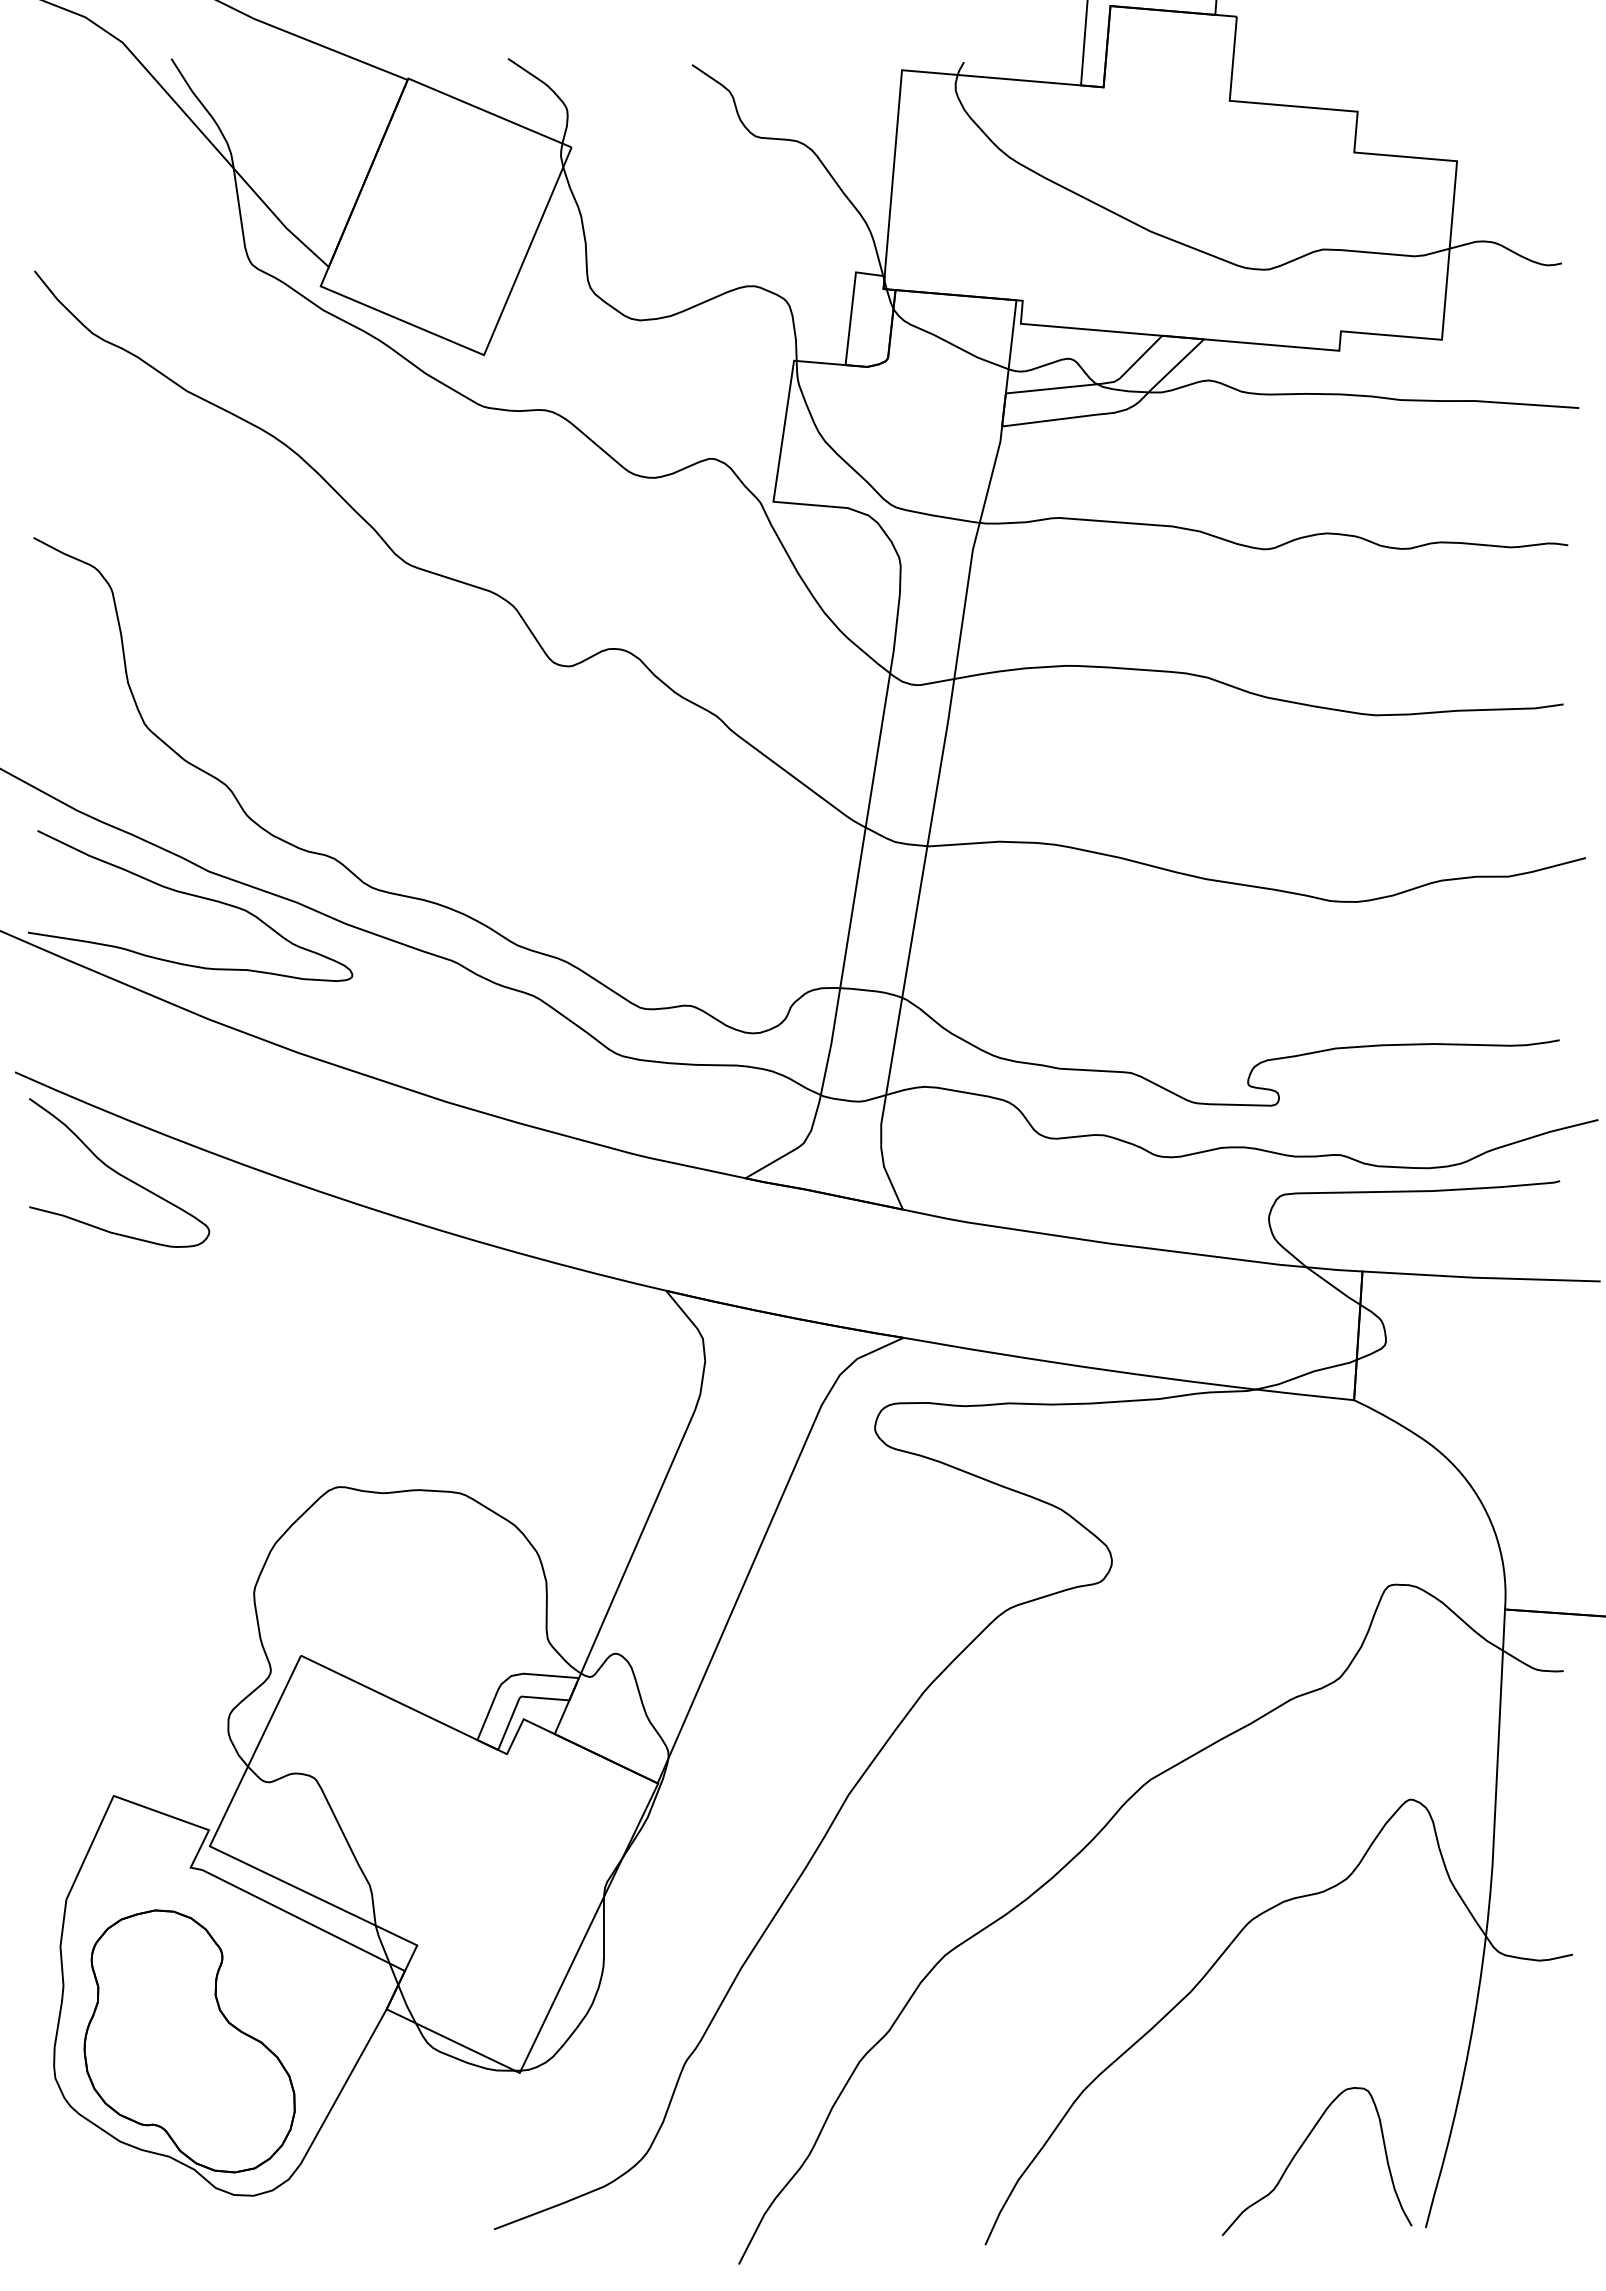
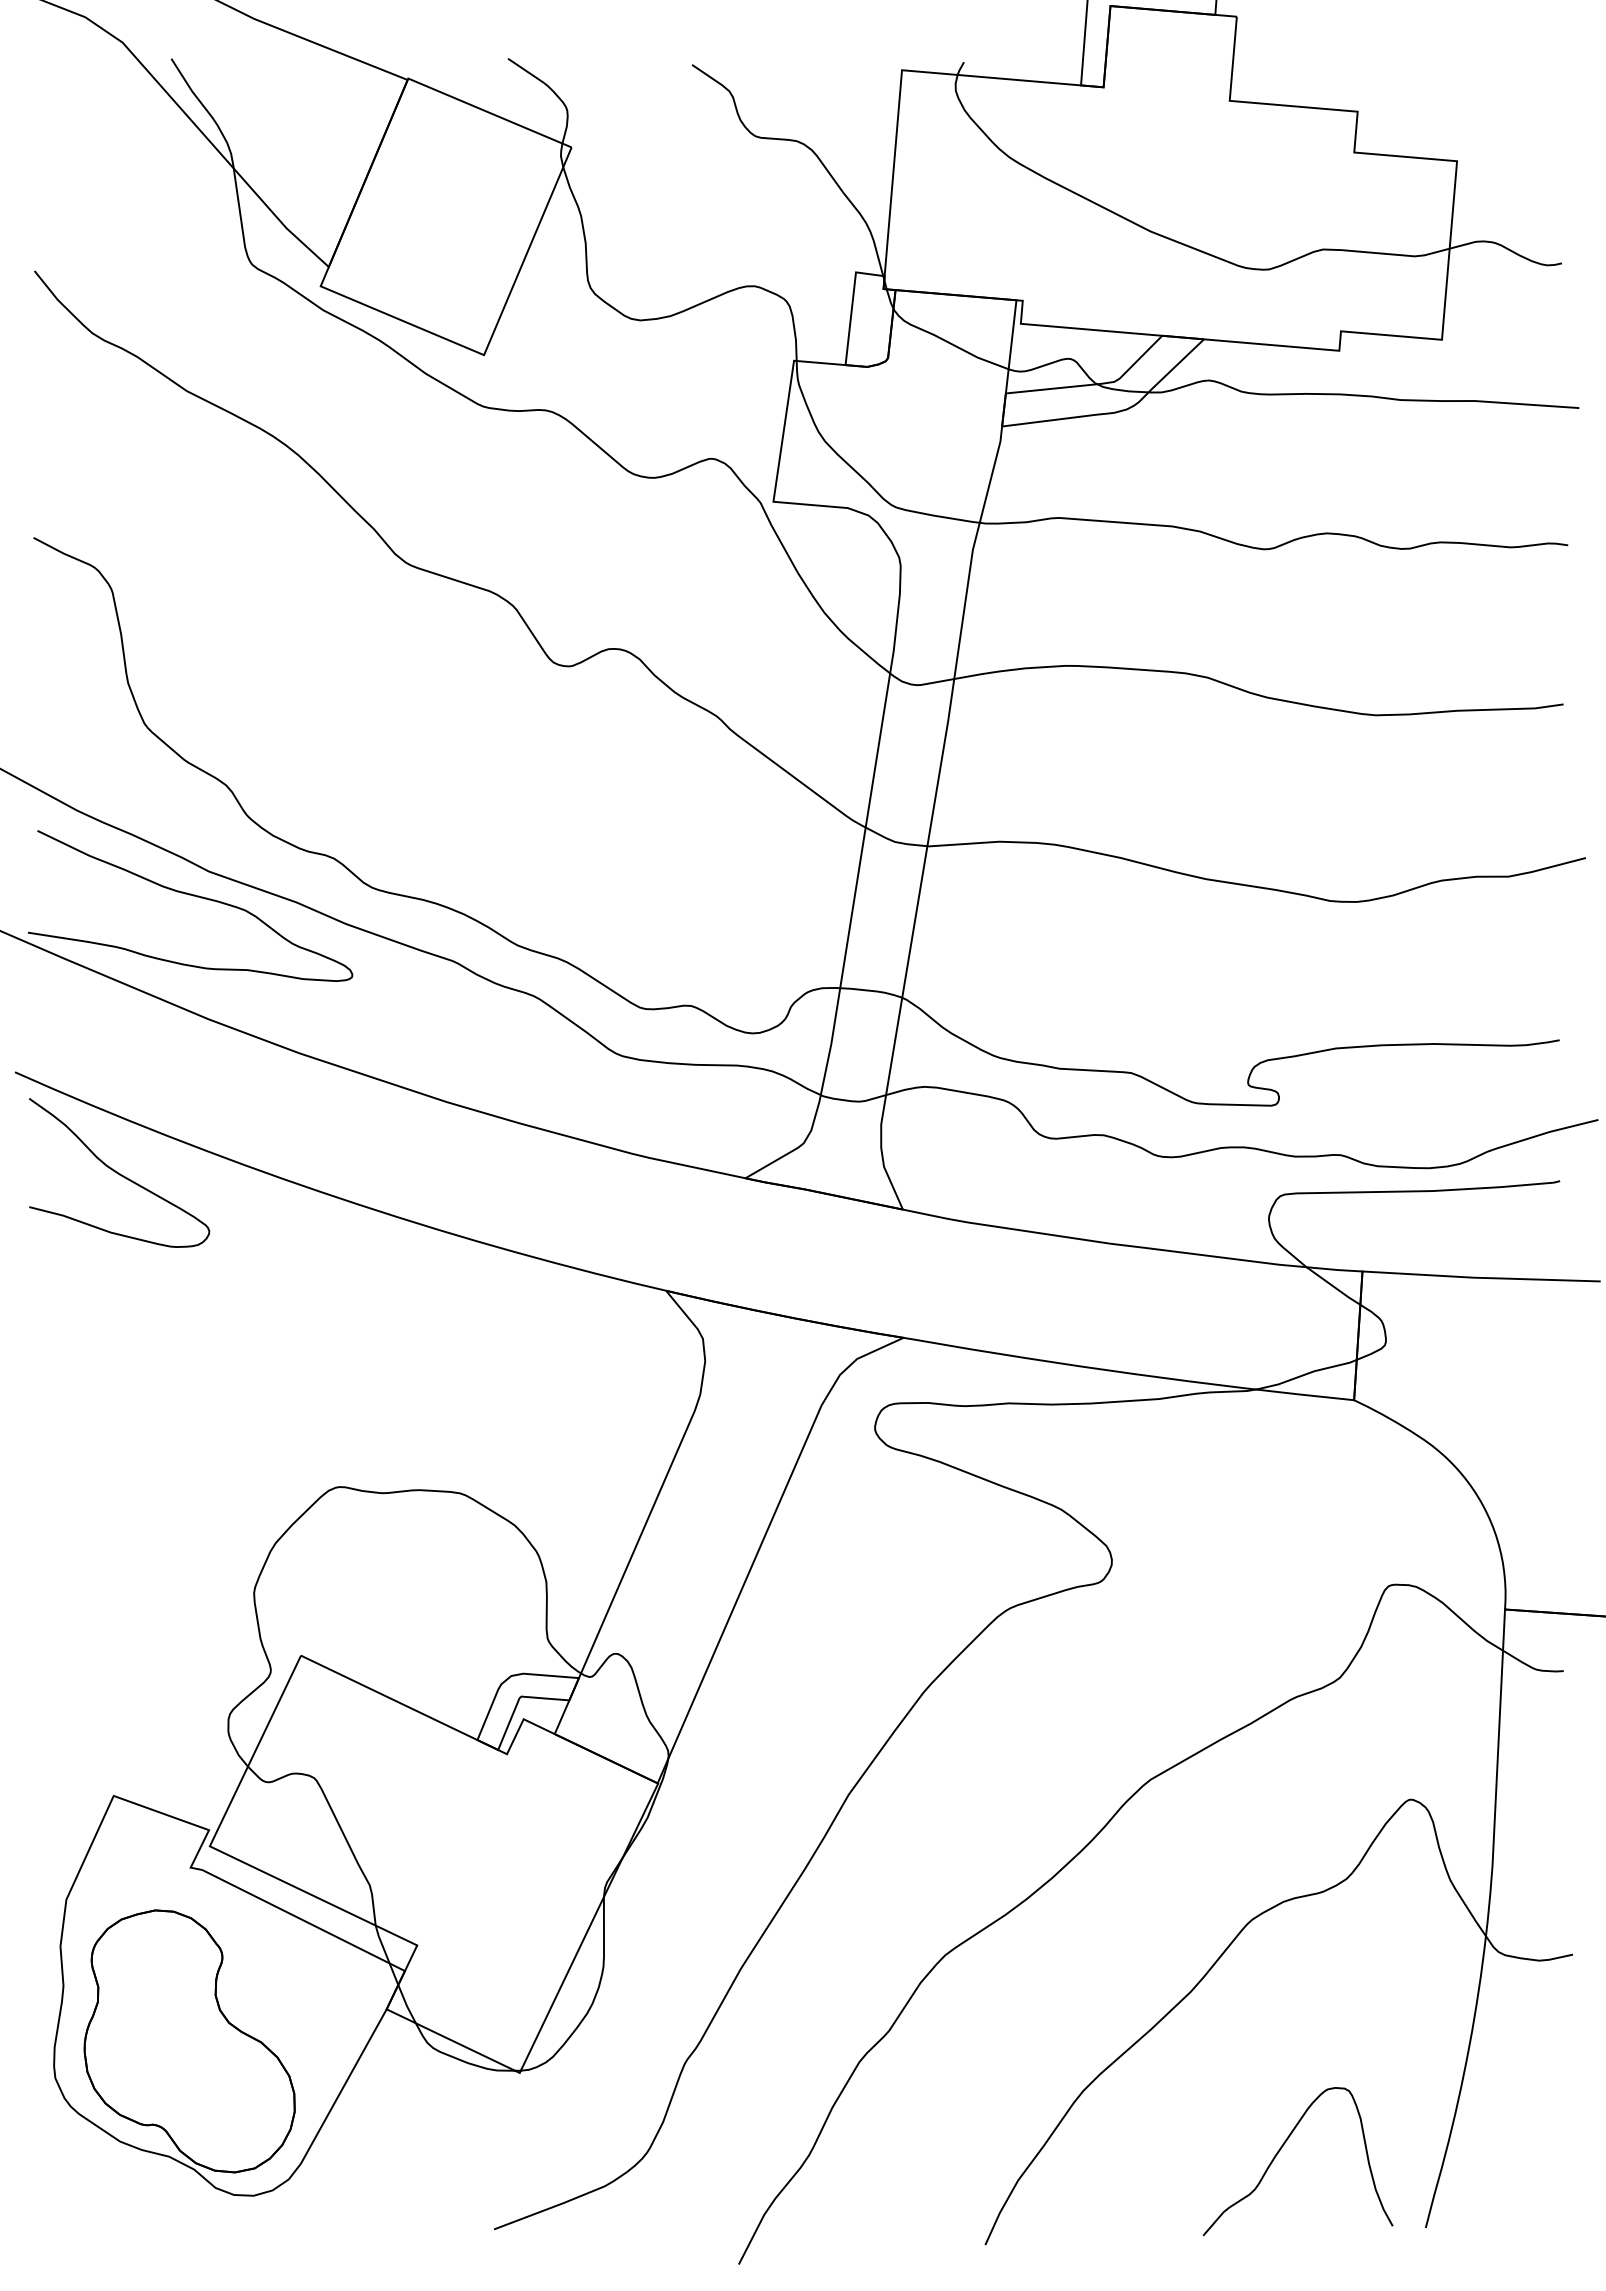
curve at (1300, 2149) position: (1300, 2149) -> (1281, 2149)
